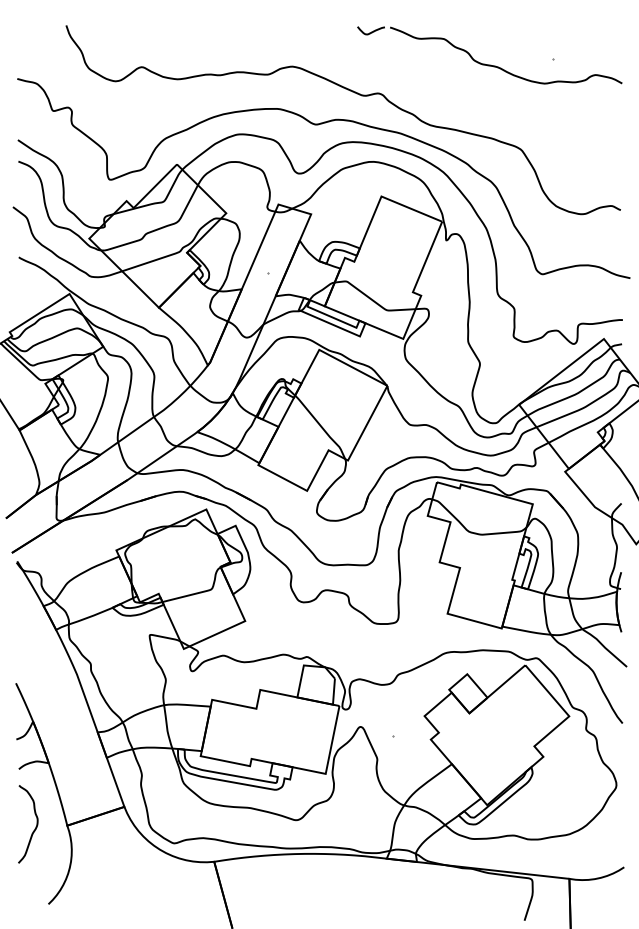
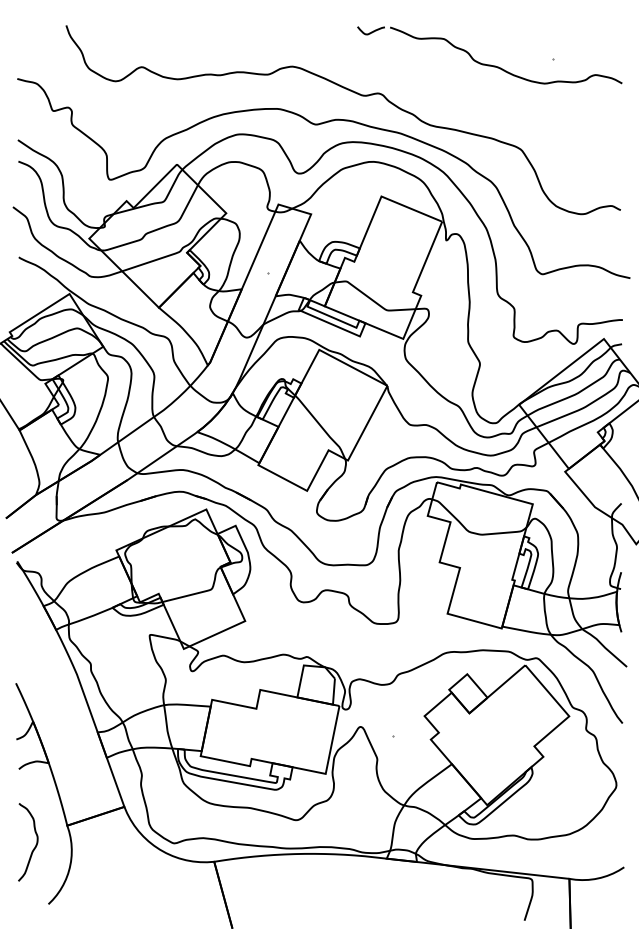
curve at (34, 828) position: (34, 828) -> (34, 846)
